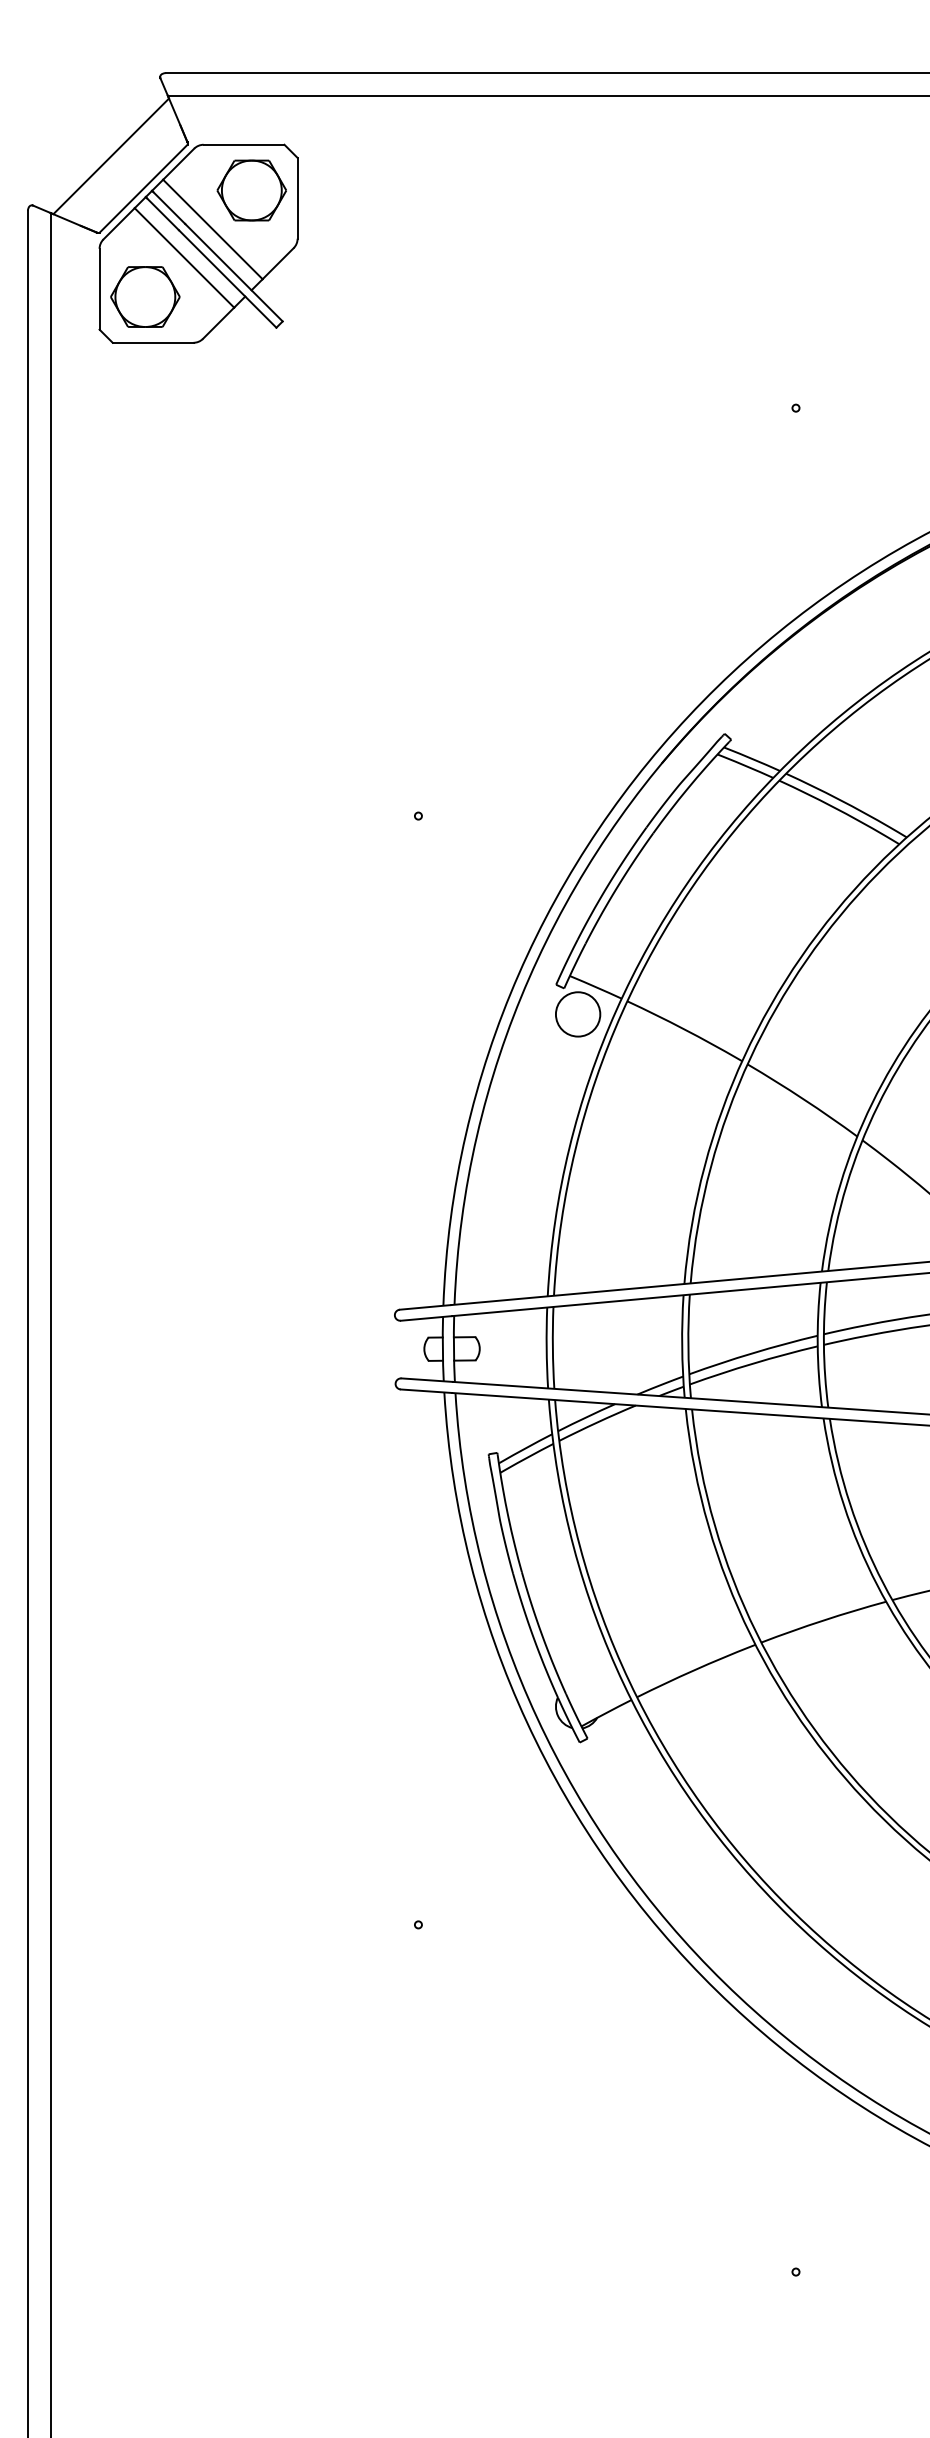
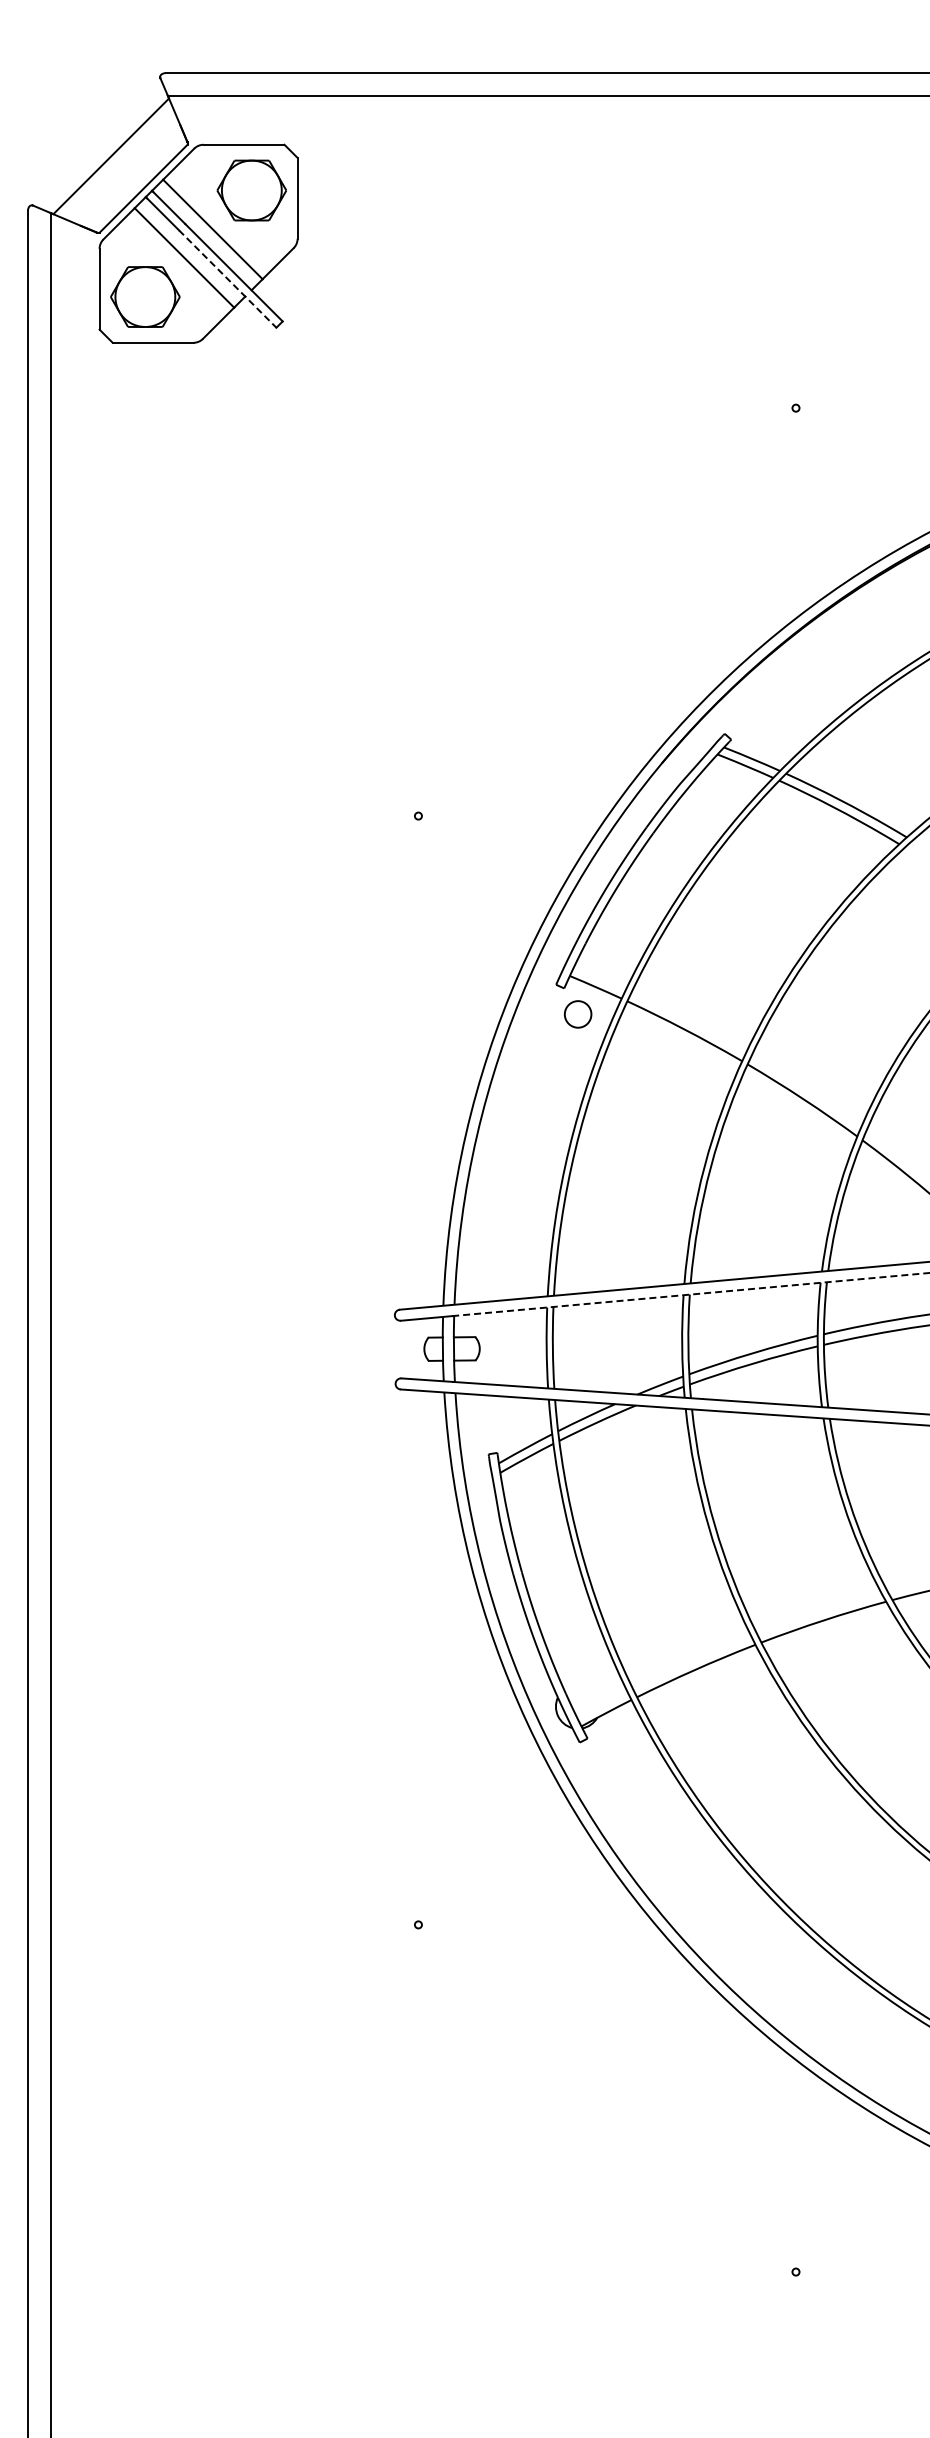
line at (227, 279): solid -> dashed
circle at (577, 1014) diameter: 44 px -> 27 px
line at (690, 1294): solid -> dashed
